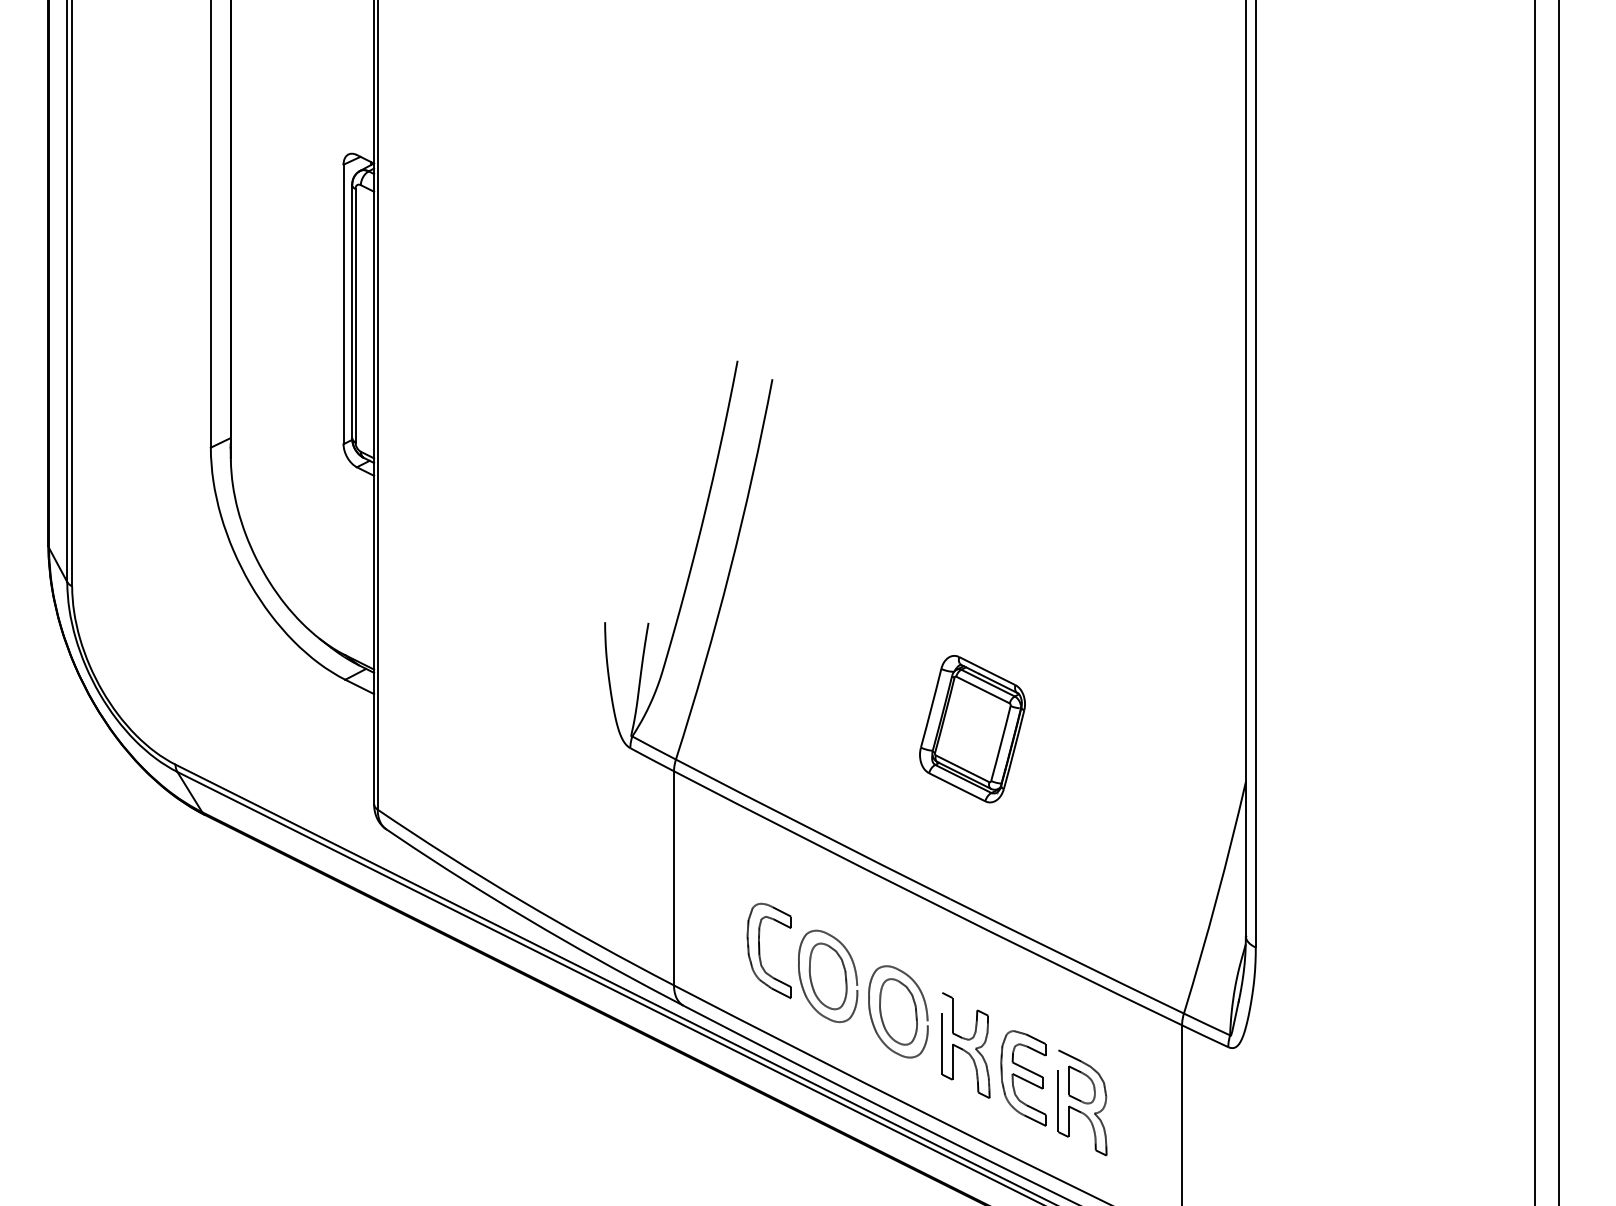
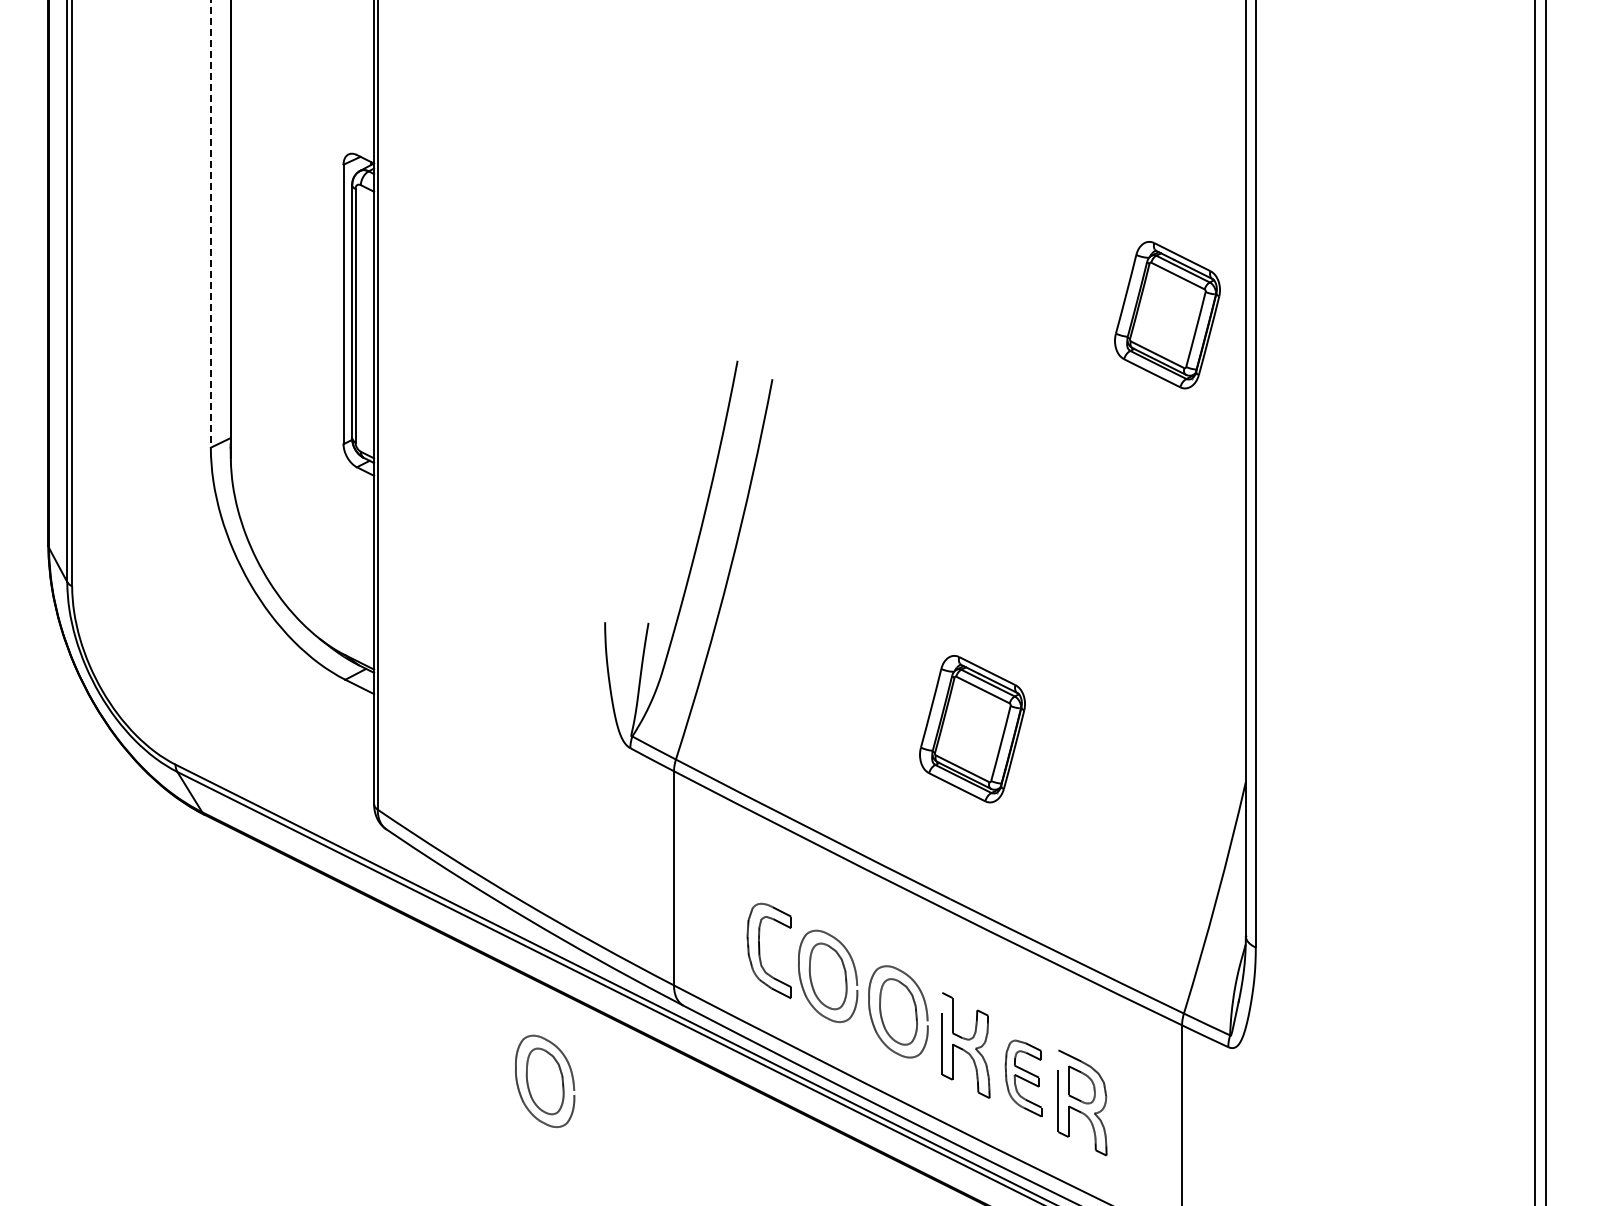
line at (210, 224): solid -> dashed
part at (1167, 315): none -> present
line at (1558, 602) position: (1558, 602) -> (1545, 602)
part at (1023, 1078) size: 47x97 px -> 39x78 px
part at (545, 1080): none -> present
